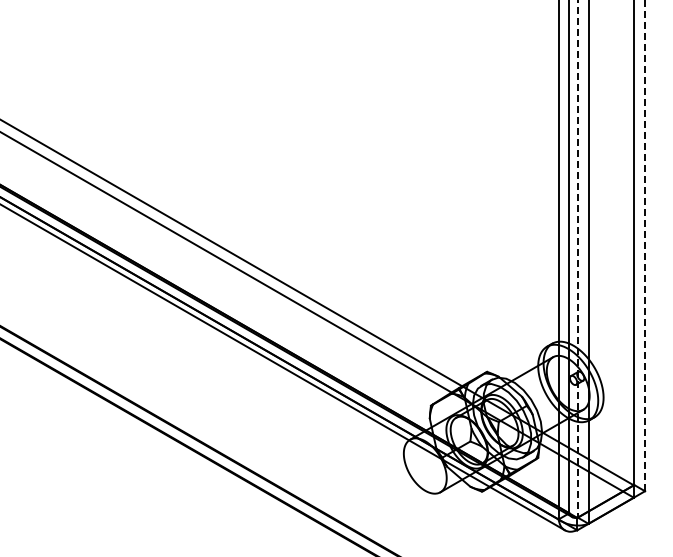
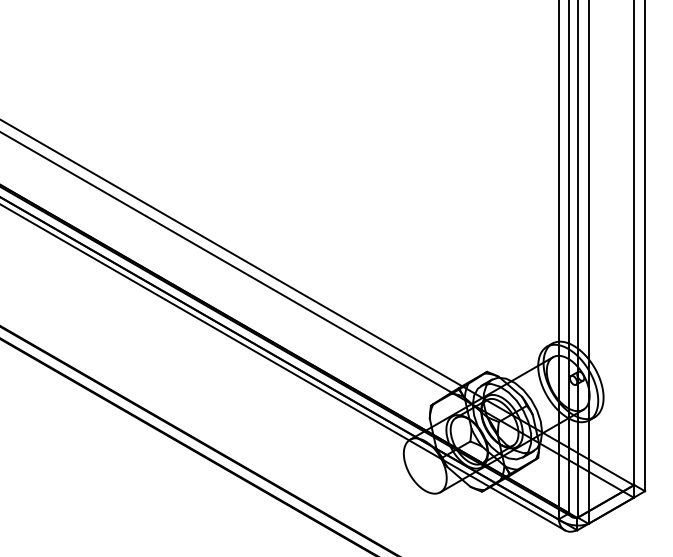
line at (645, 245): dashed -> solid
line at (577, 259): dashed -> solid
